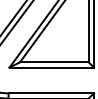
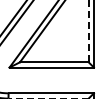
line at (88, 31): solid -> dashed
line at (48, 98): solid -> dashed
